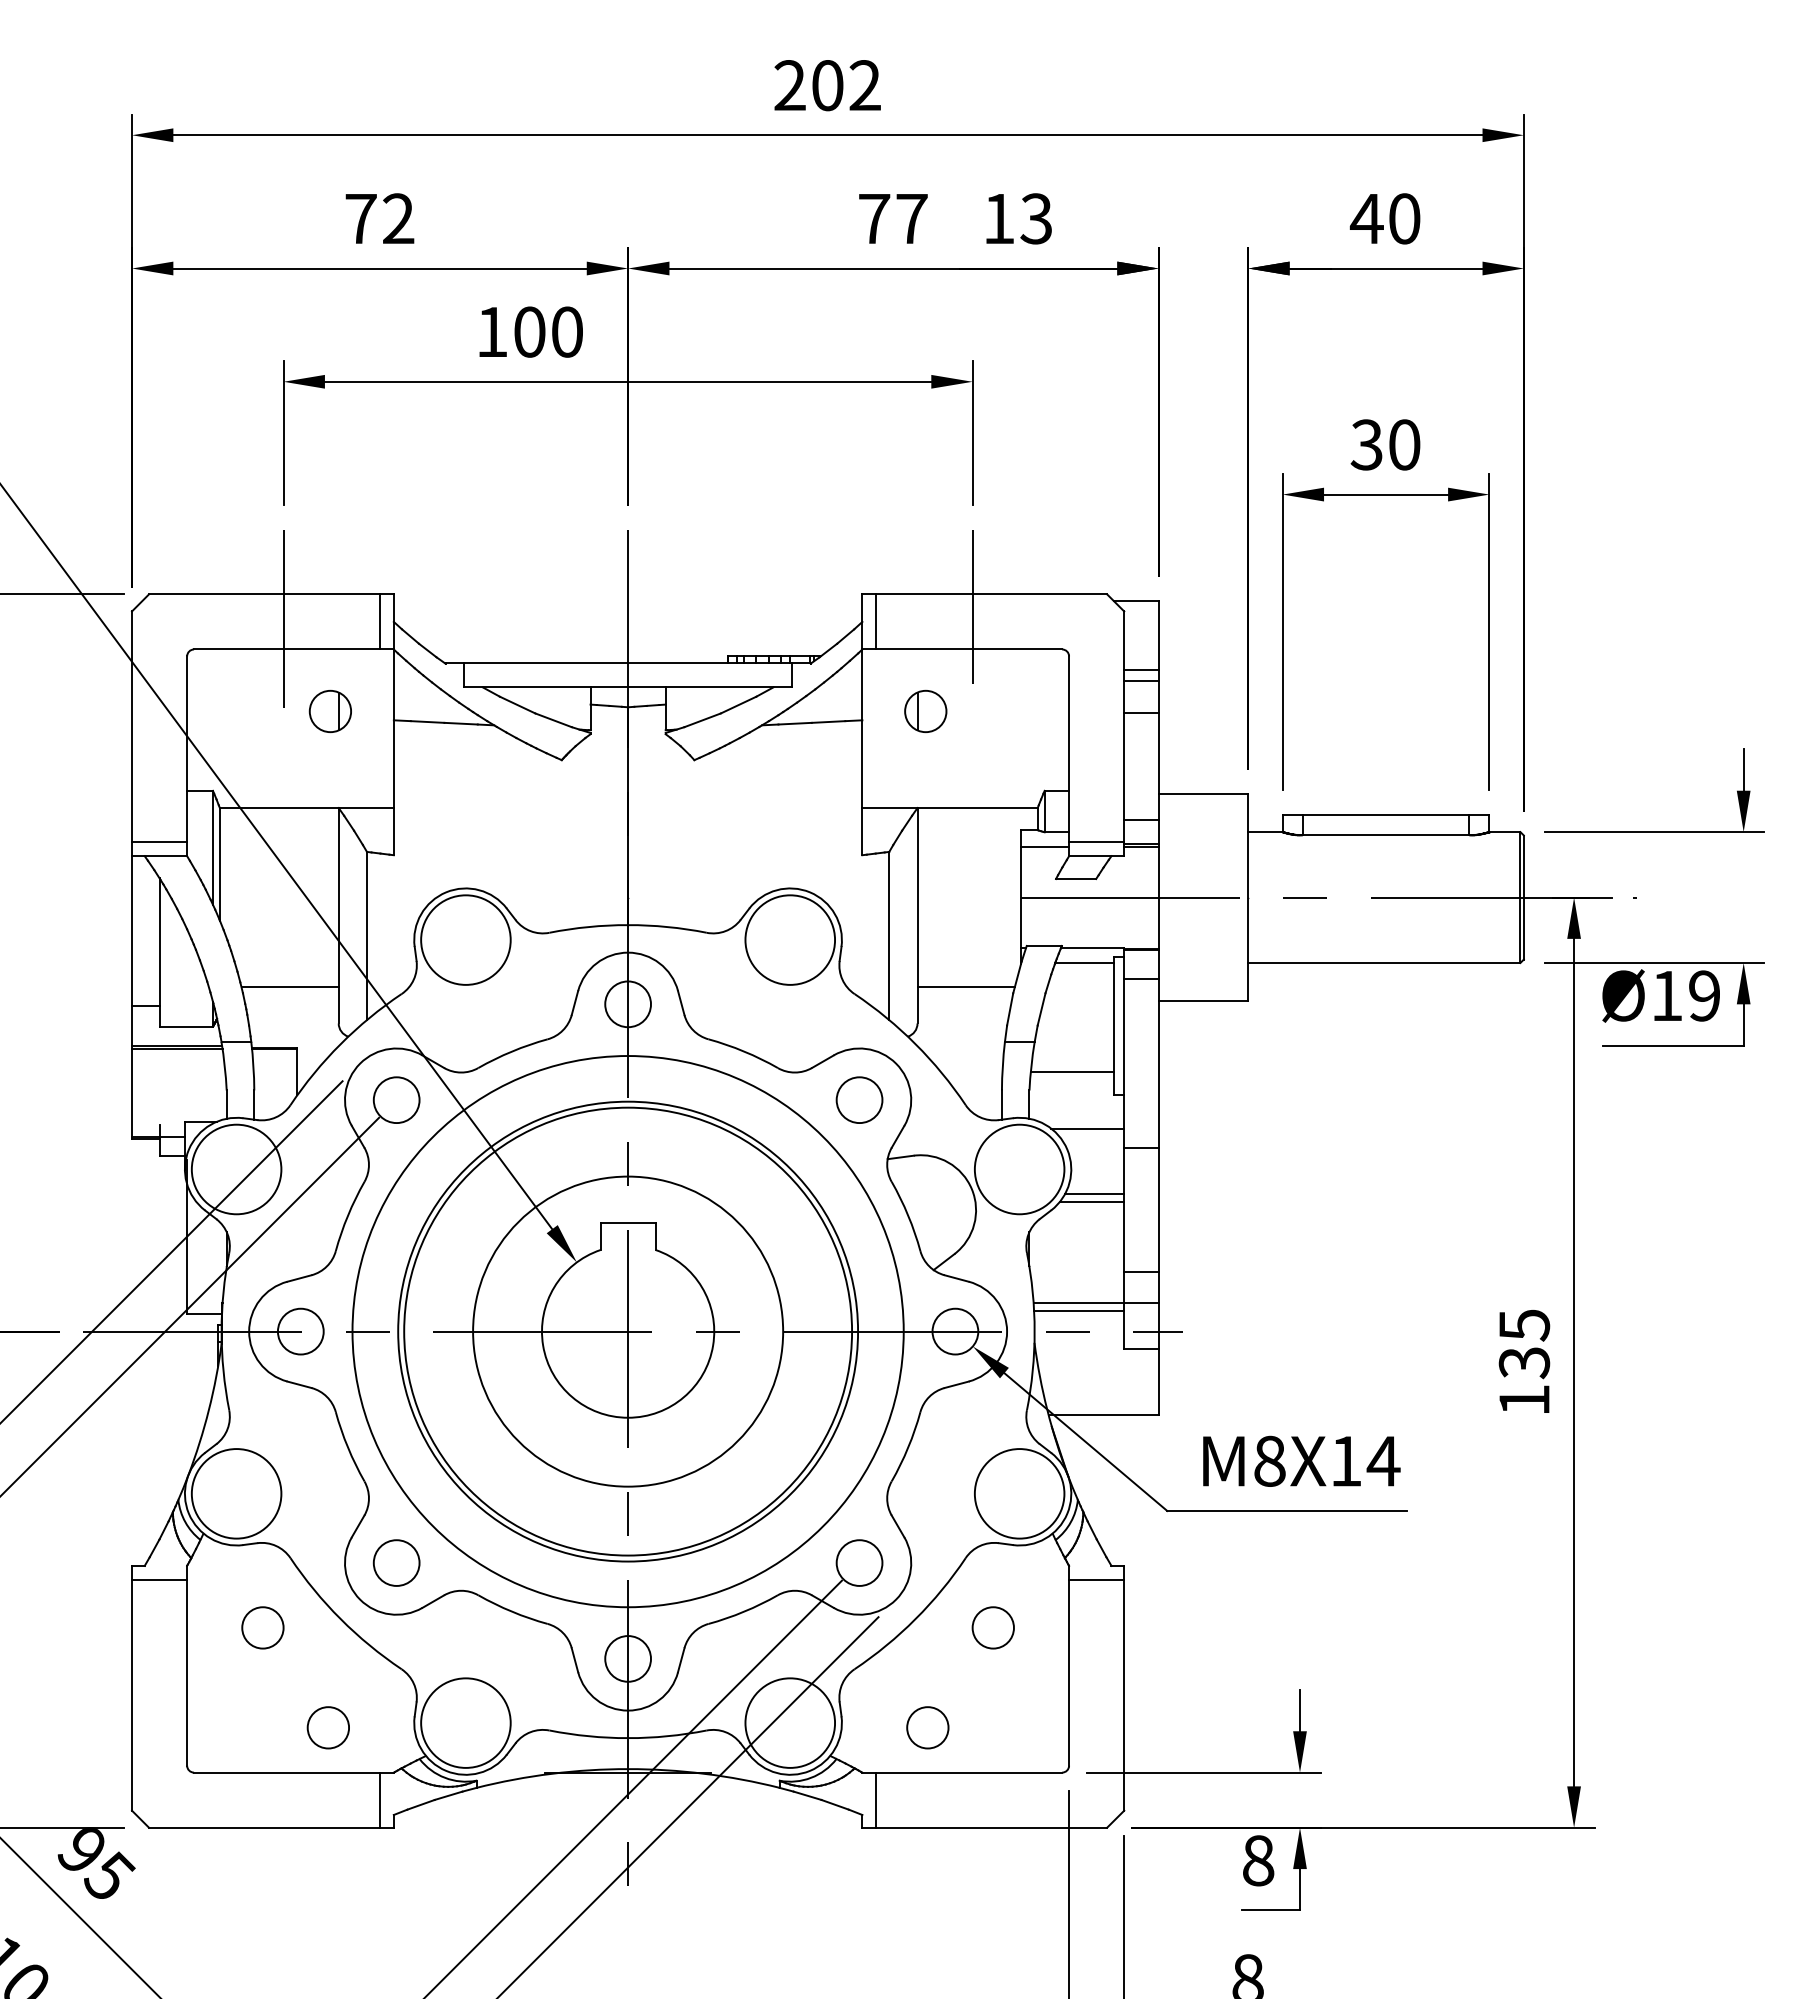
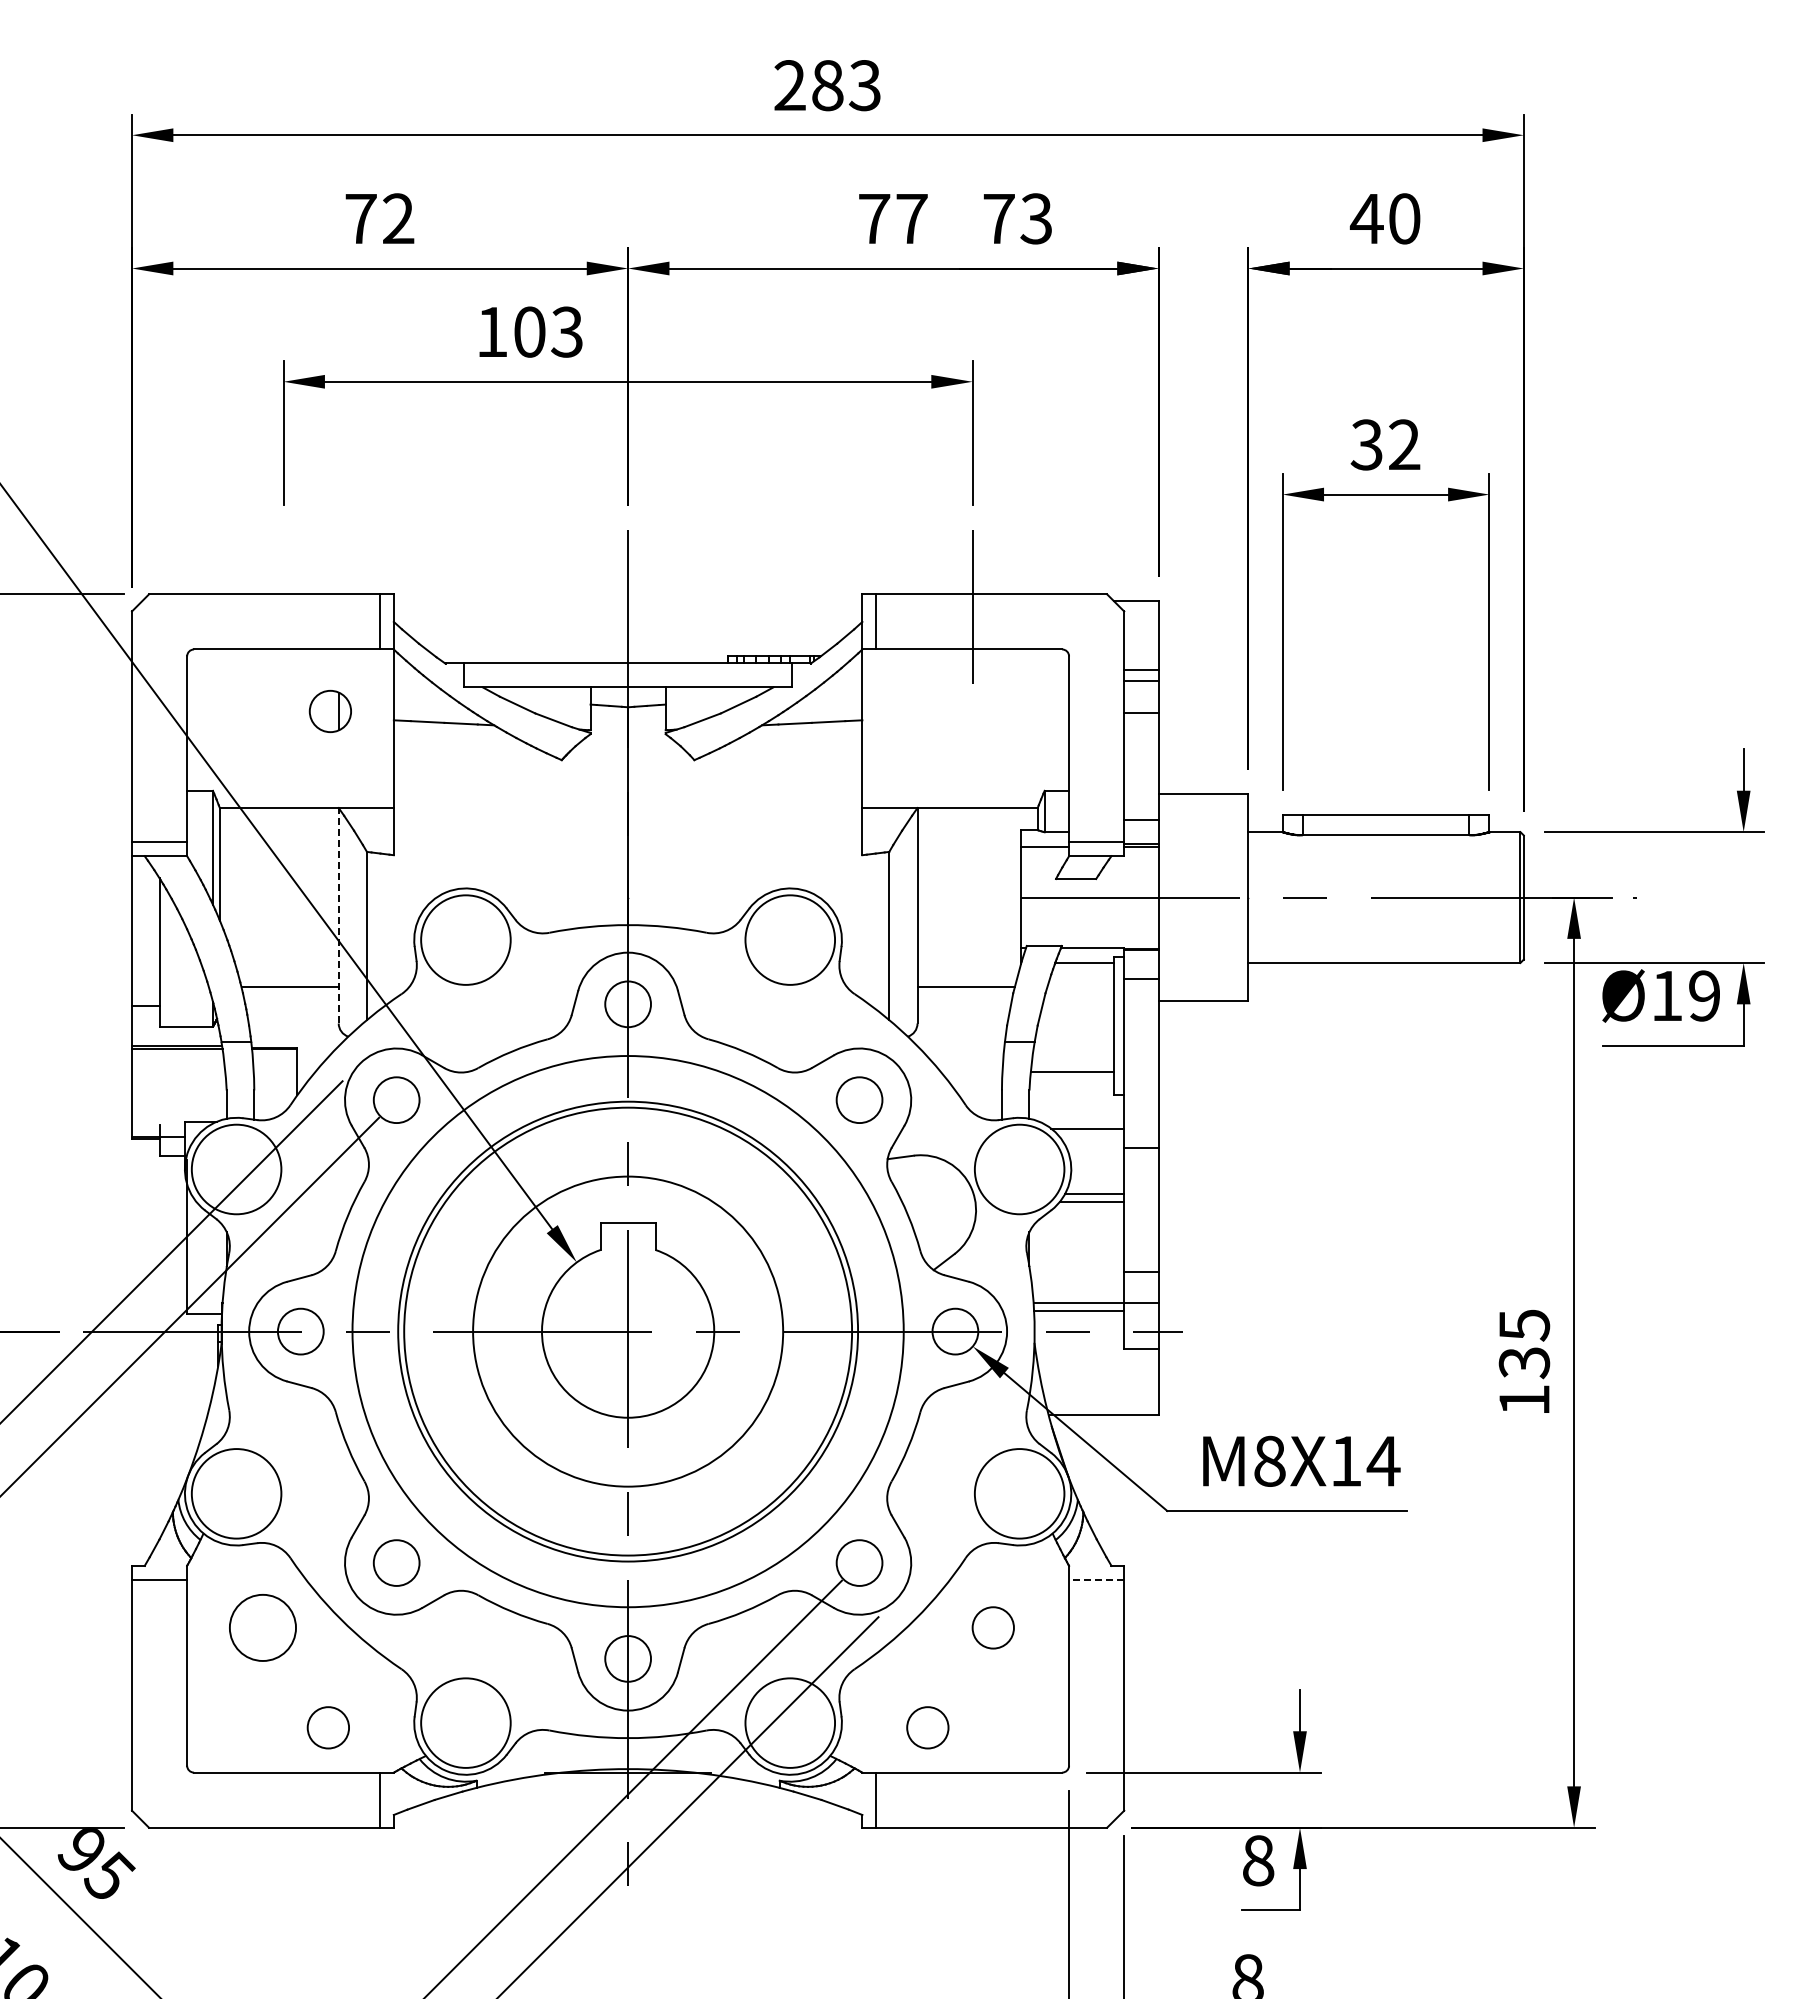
text at (846, 85): 202 -> 283
text at (998, 218): 13 -> 73
text at (566, 331): 100 -> 103
text at (1404, 444): 30 -> 32
line at (283, 618): present -> none
part at (925, 710): present -> none
line at (338, 915): solid -> dashed
line at (1096, 1579): solid -> dashed
circle at (262, 1627) diameter: 41 px -> 66 px
